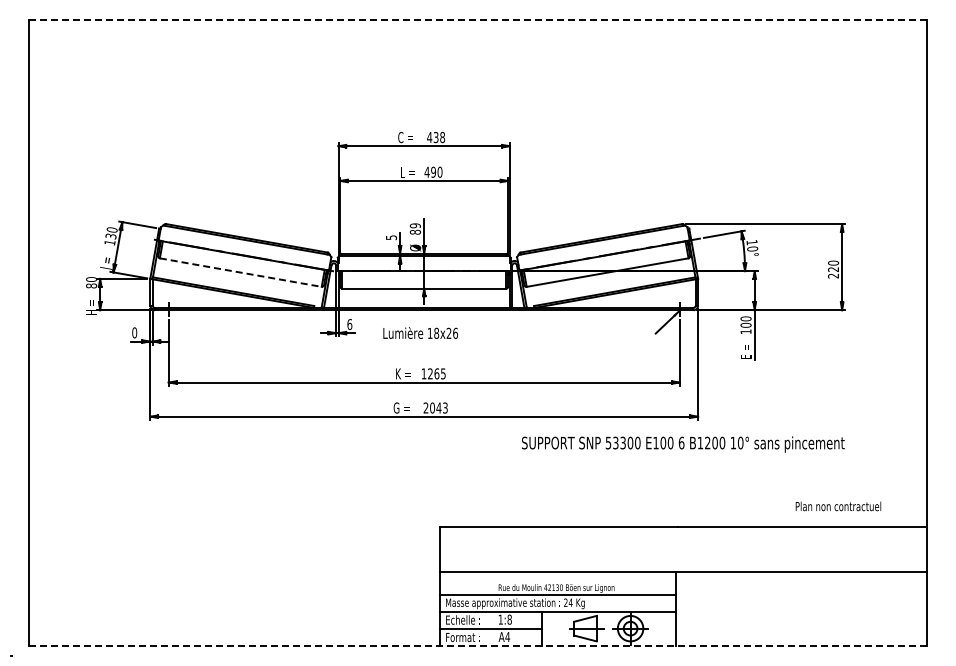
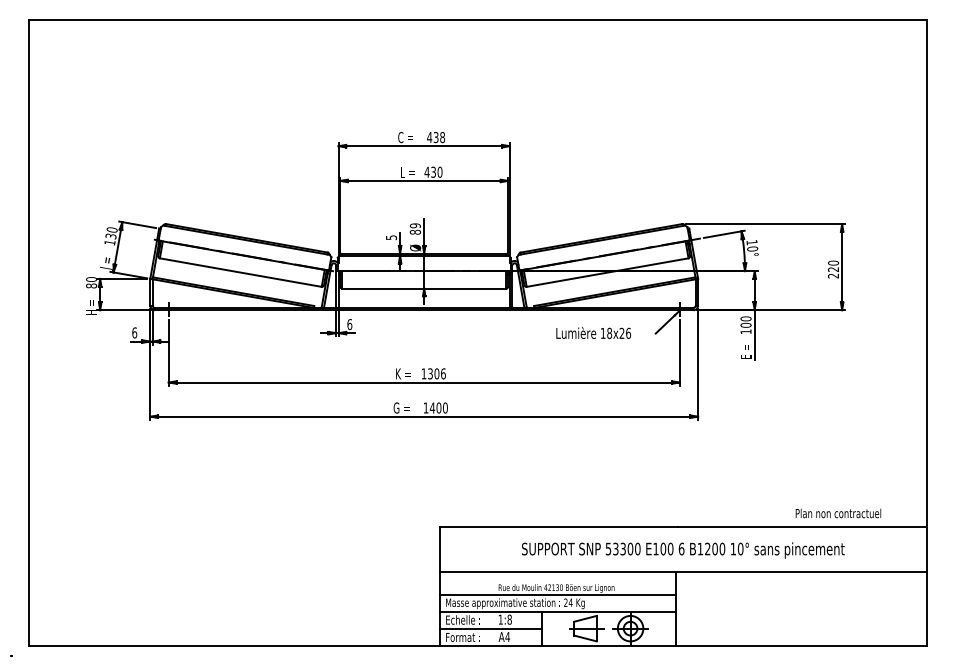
line at (477, 19): dashed -> solid
text at (433, 171): 490 -> 430
line at (241, 272): dashed -> solid
text at (134, 332): 0 -> 6
text at (420, 332) position: (420, 332) -> (593, 332)
text at (436, 373): 1265 -> 1306
text at (435, 407): 2043 -> 1400
text at (683, 444) position: (683, 444) -> (683, 550)
text at (838, 506) position: (838, 506) -> (838, 513)
line at (478, 646): dashed -> solid
